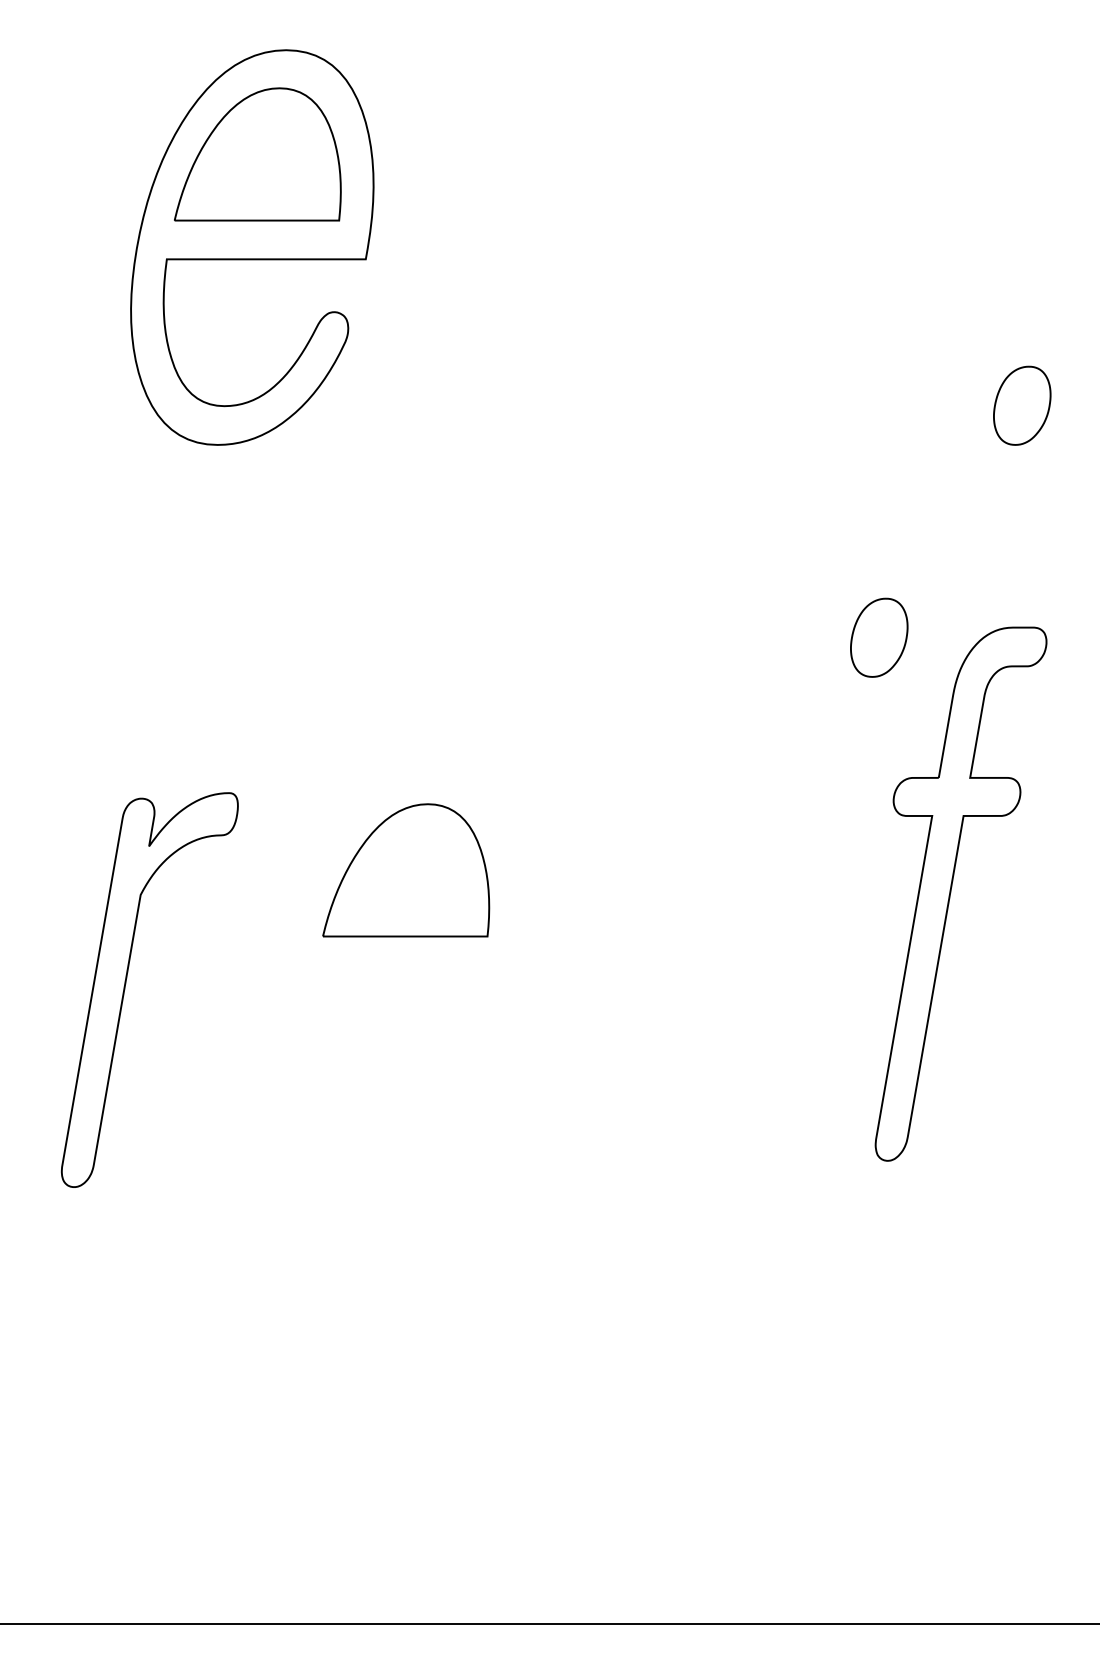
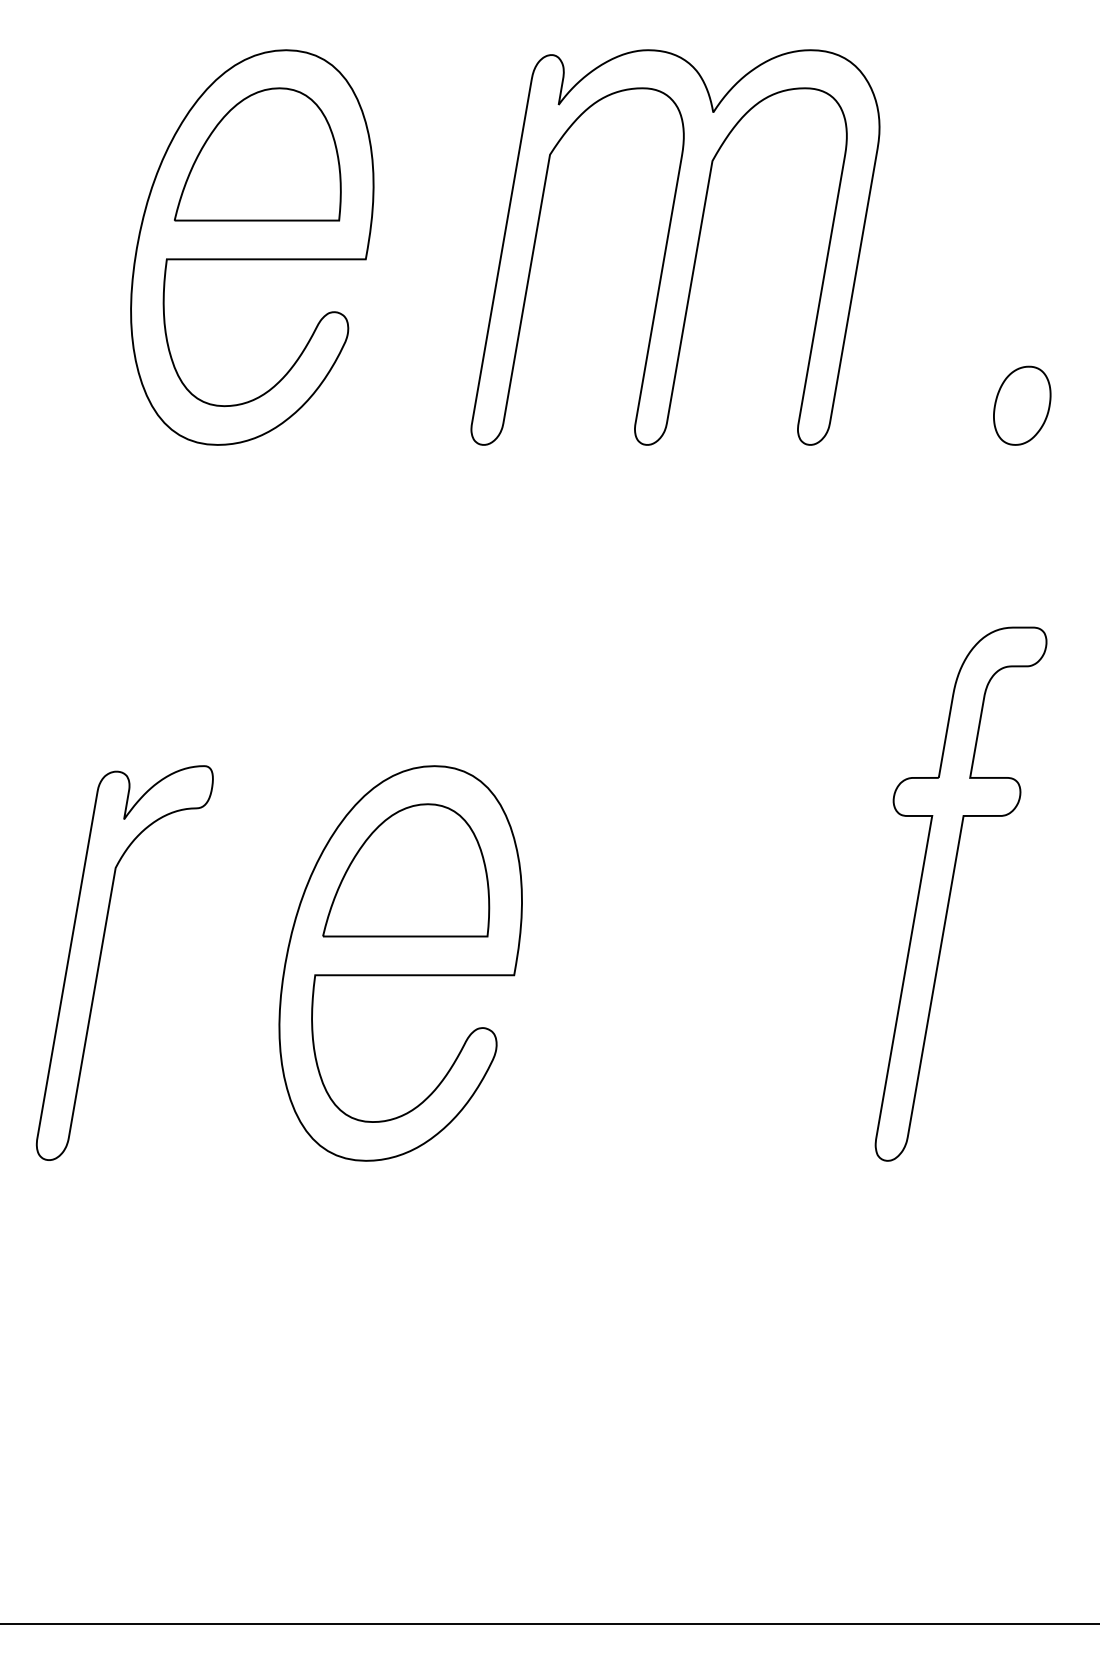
part at (675, 247): none -> present
part at (879, 637): present -> none
part at (400, 963): none -> present
part at (126, 984) position: (126, 984) -> (101, 957)
